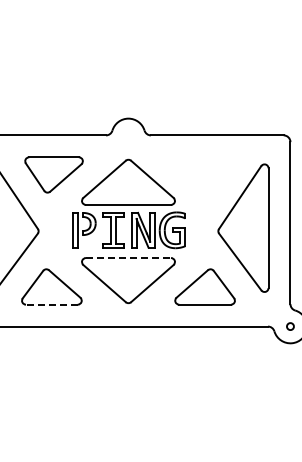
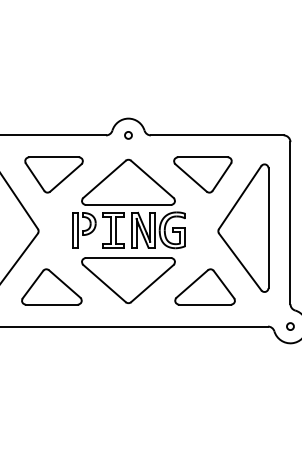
circle at (128, 135): none -> present
part at (202, 174): none -> present
line at (128, 258): dashed -> solid
line at (51, 304): dashed -> solid
